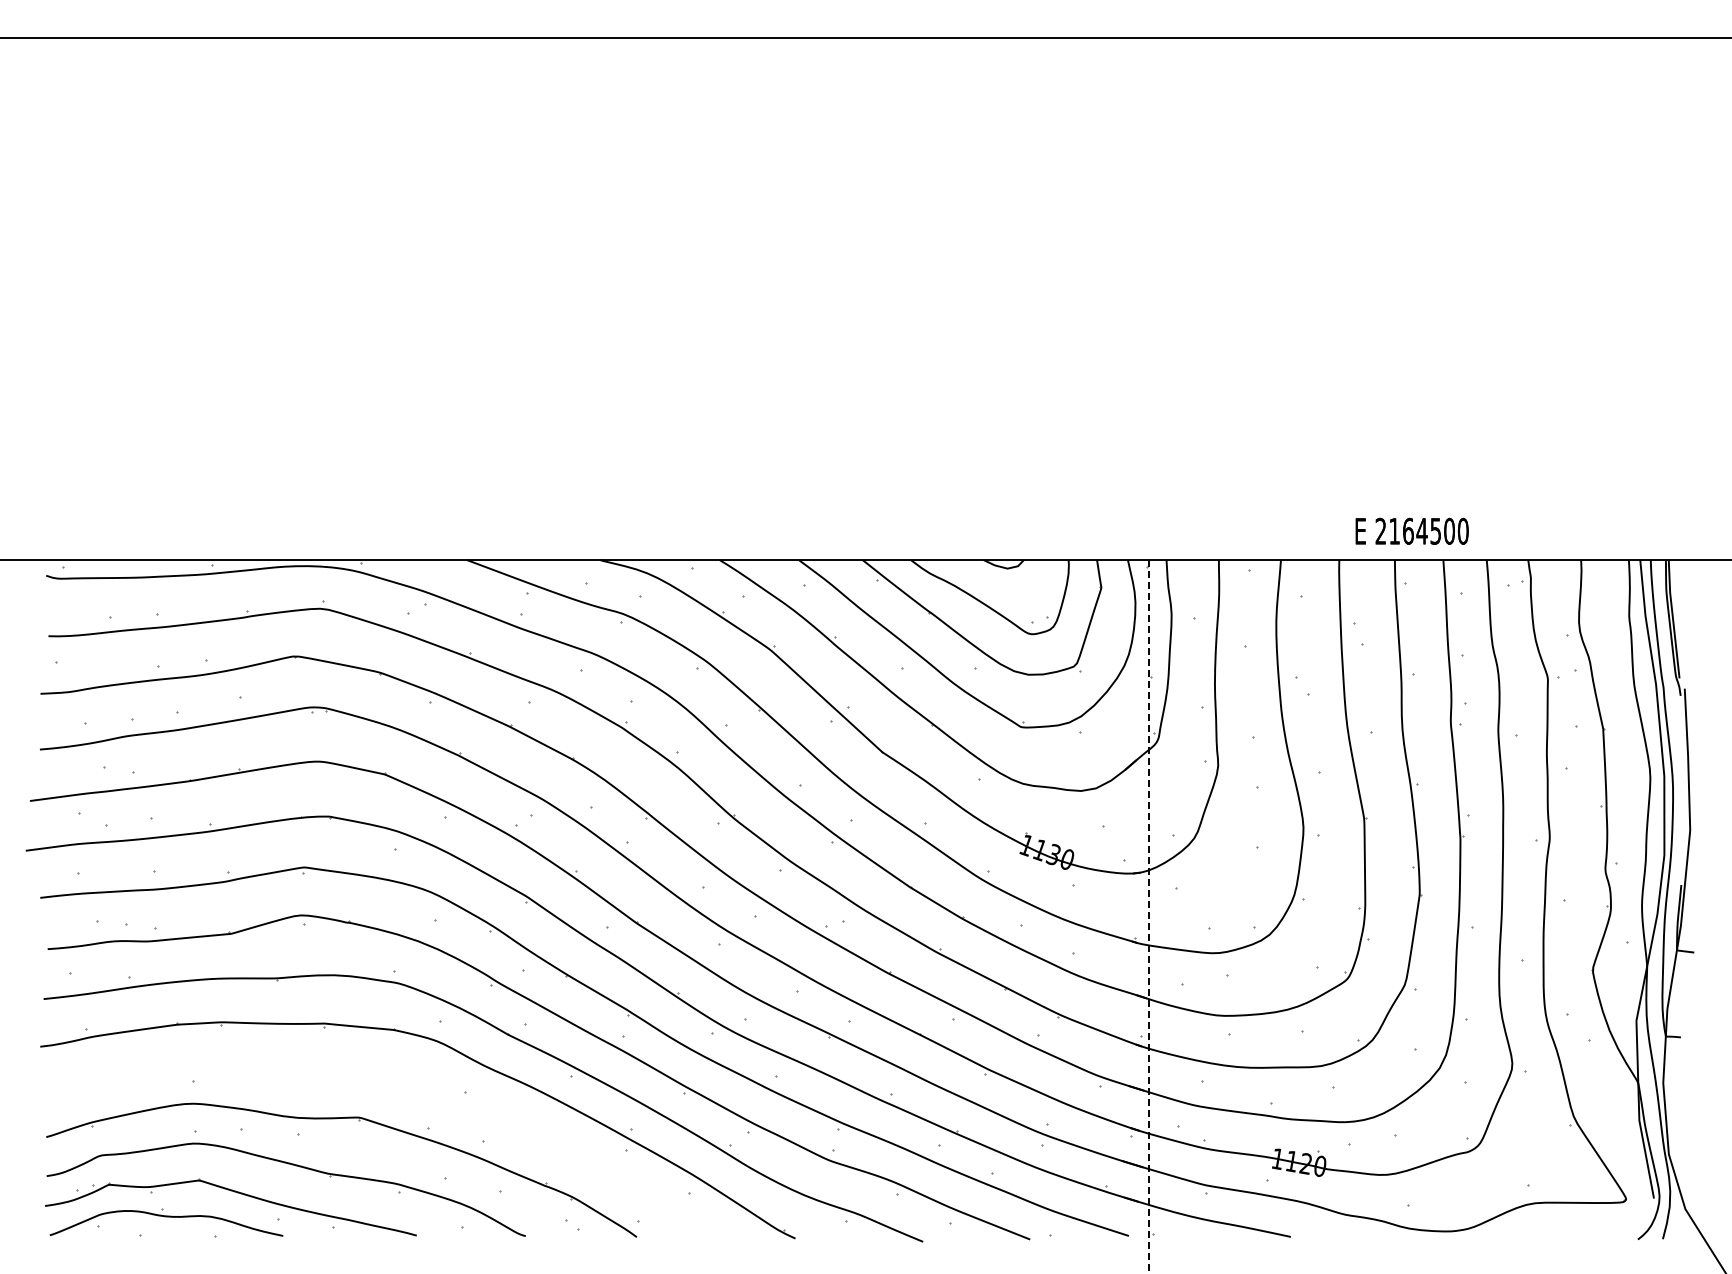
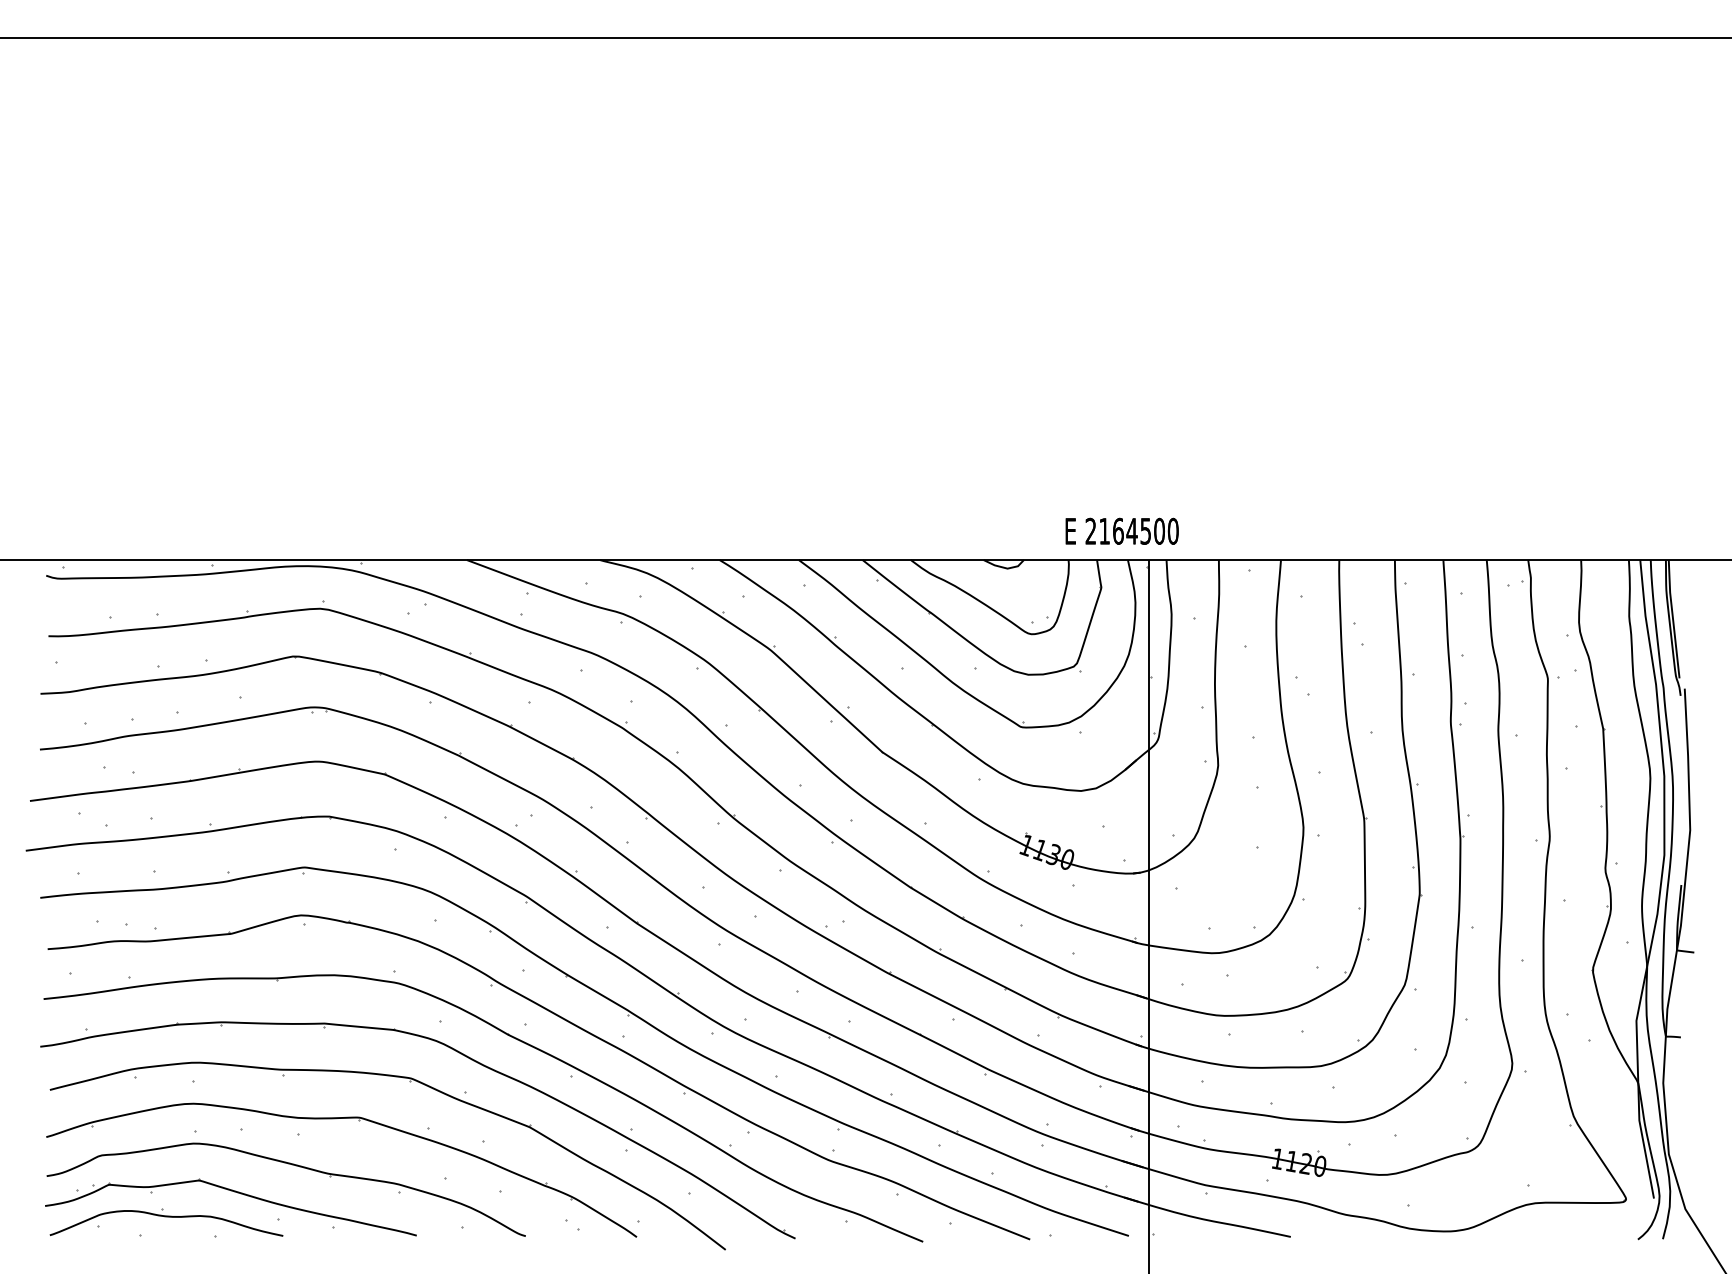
text at (1411, 530) position: (1411, 530) -> (1121, 530)
line at (1148, 916): dashed -> solid
part at (410, 1082): none -> present
